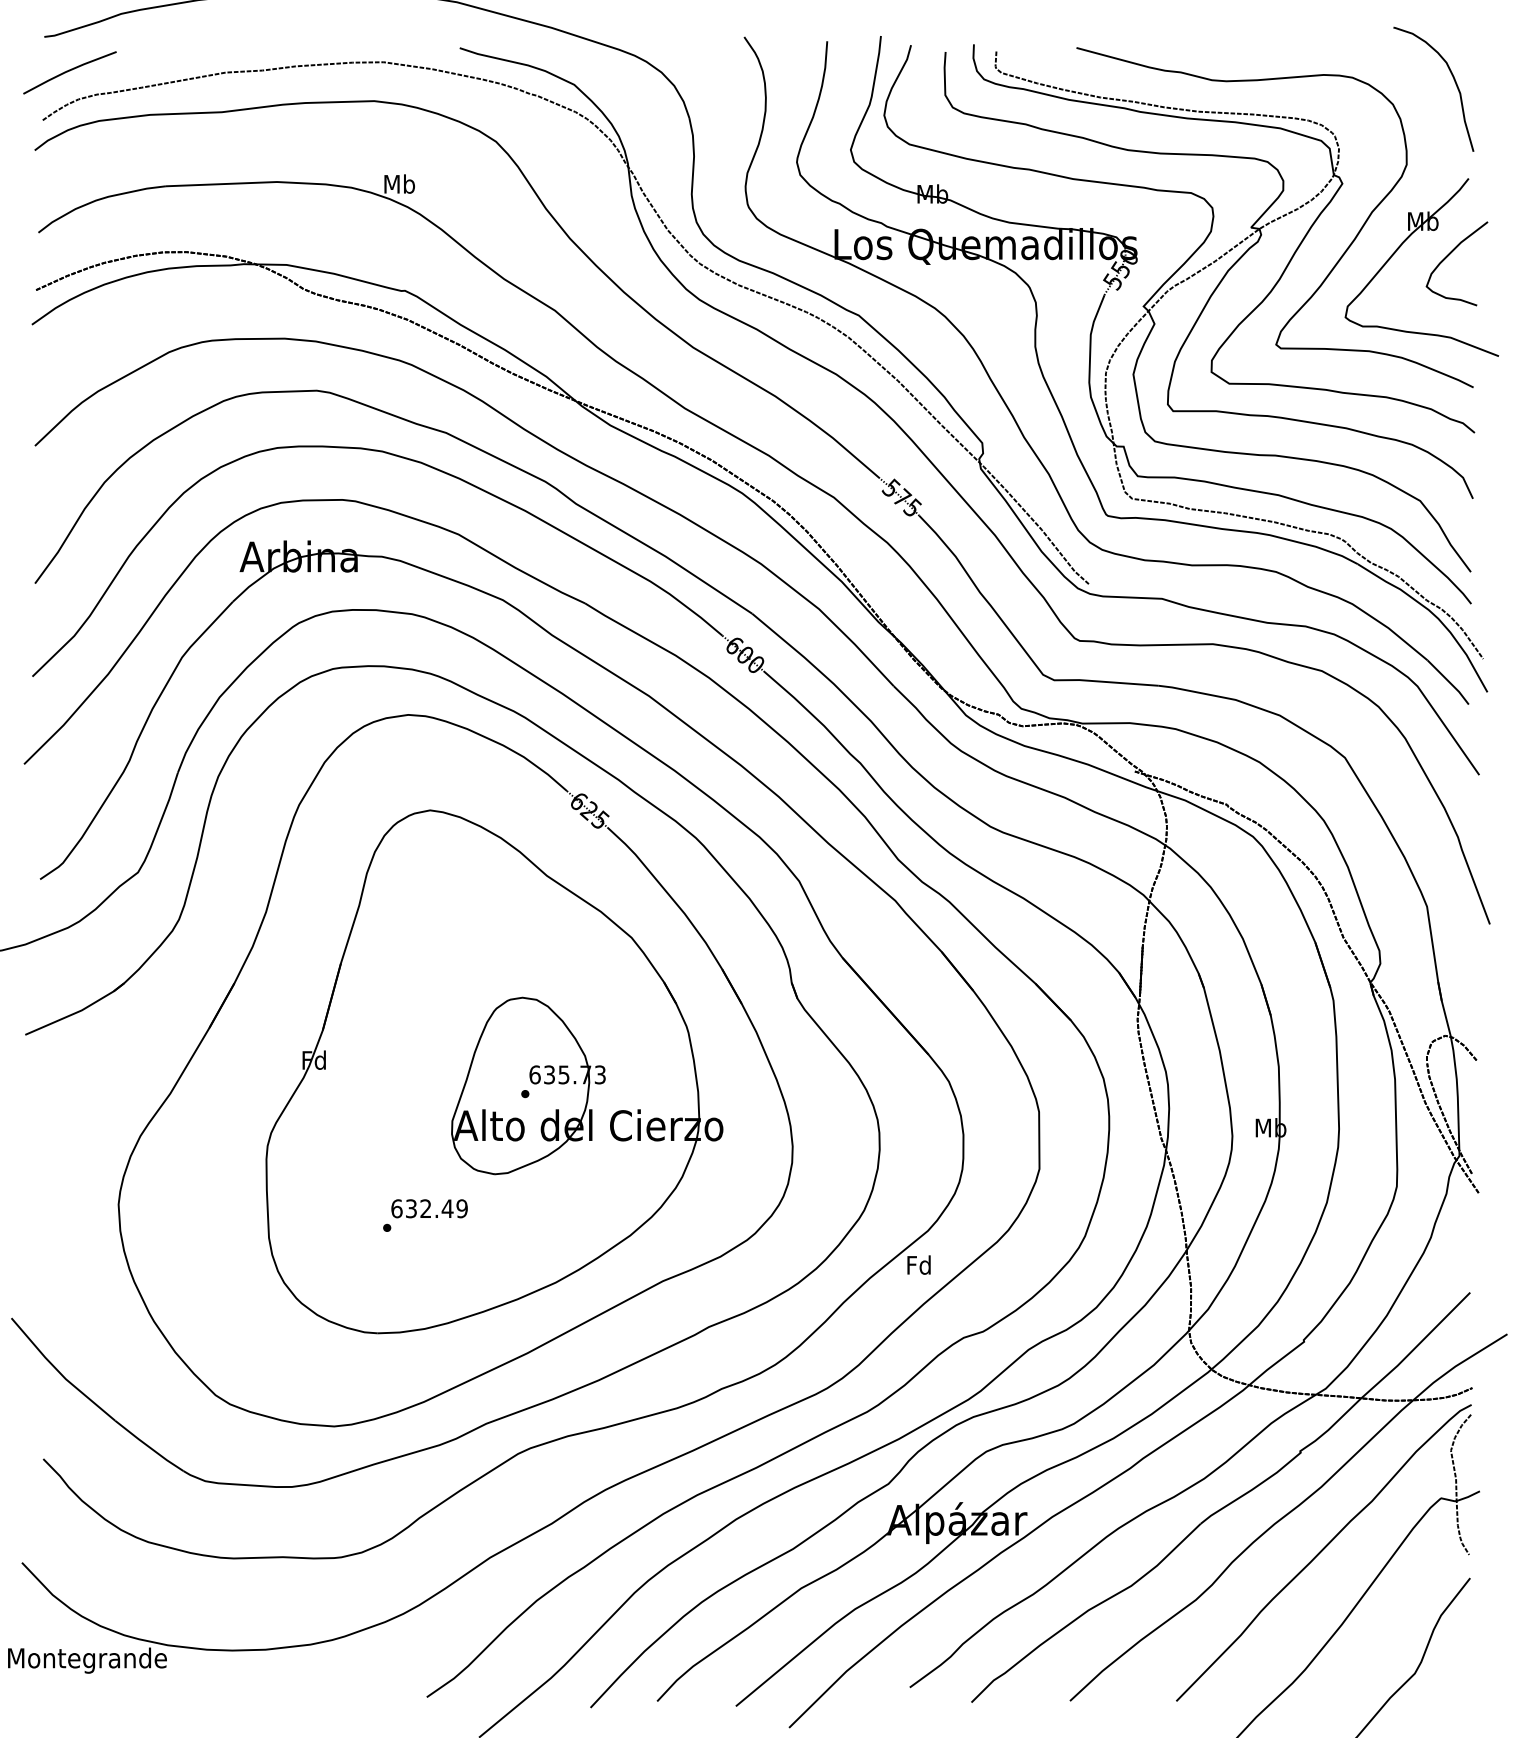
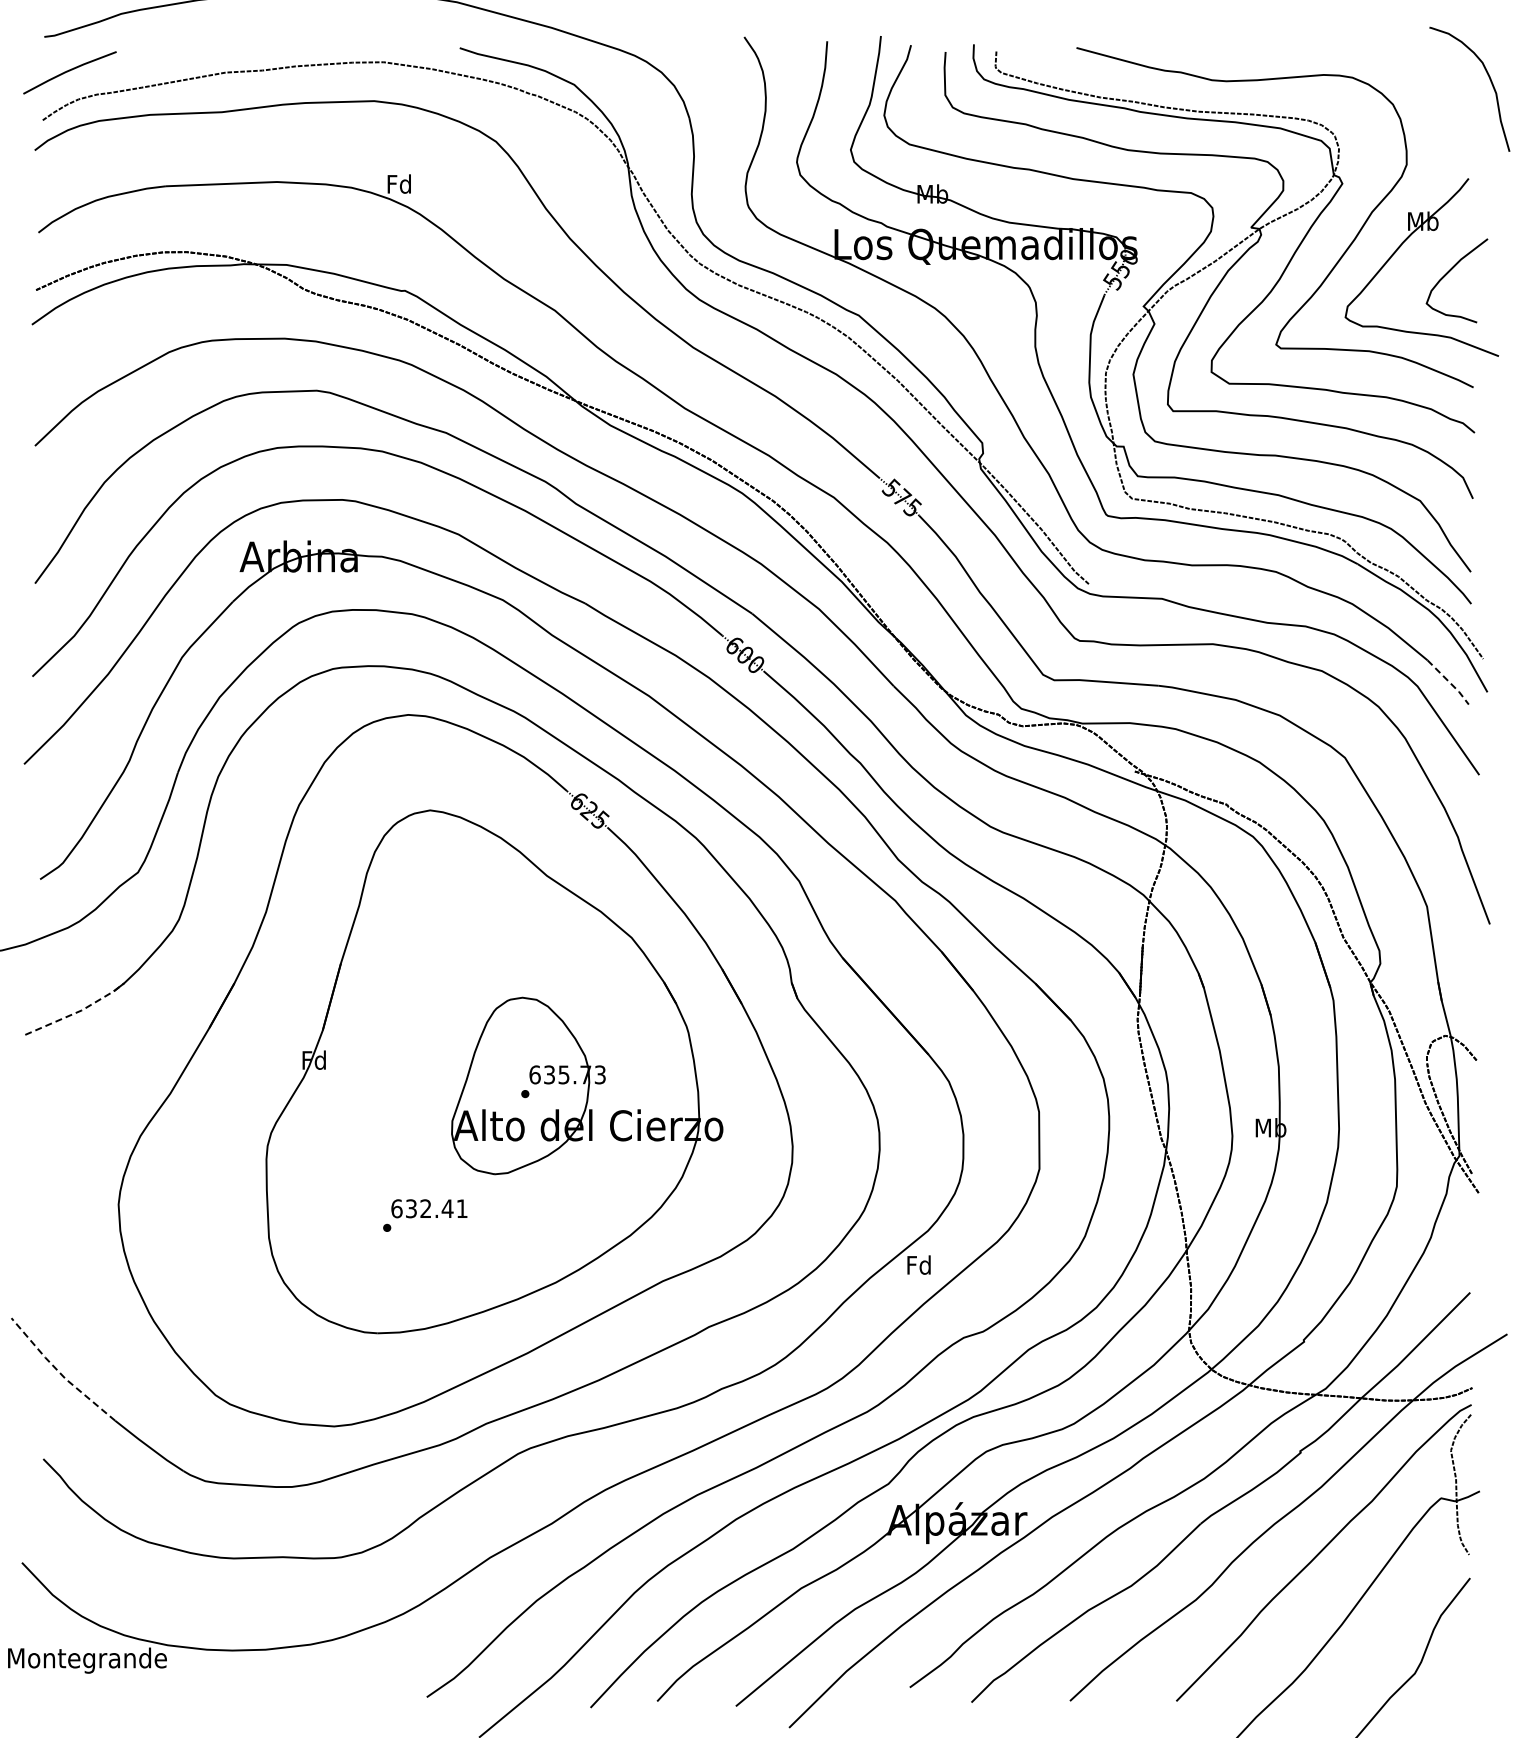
curve at (1454, 82) position: (1454, 82) -> (1490, 82)
text at (399, 183): Mb -> Fd
curve at (1449, 255) position: (1449, 255) -> (1449, 272)
line at (1449, 682): solid -> dashed
line at (78, 1011): solid -> dashed
text at (461, 1208): 632.49 -> 632.41
line at (59, 1372): solid -> dashed
